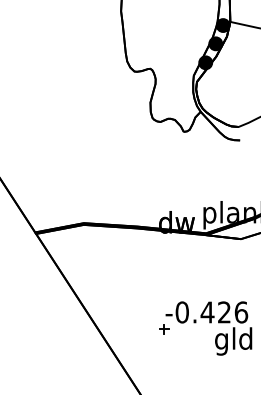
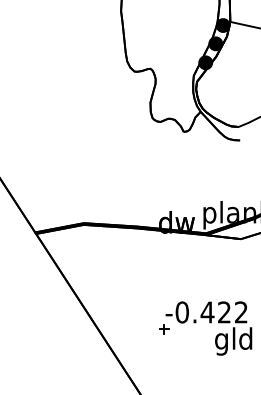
text at (241, 312): -0.426 -> -0.422
